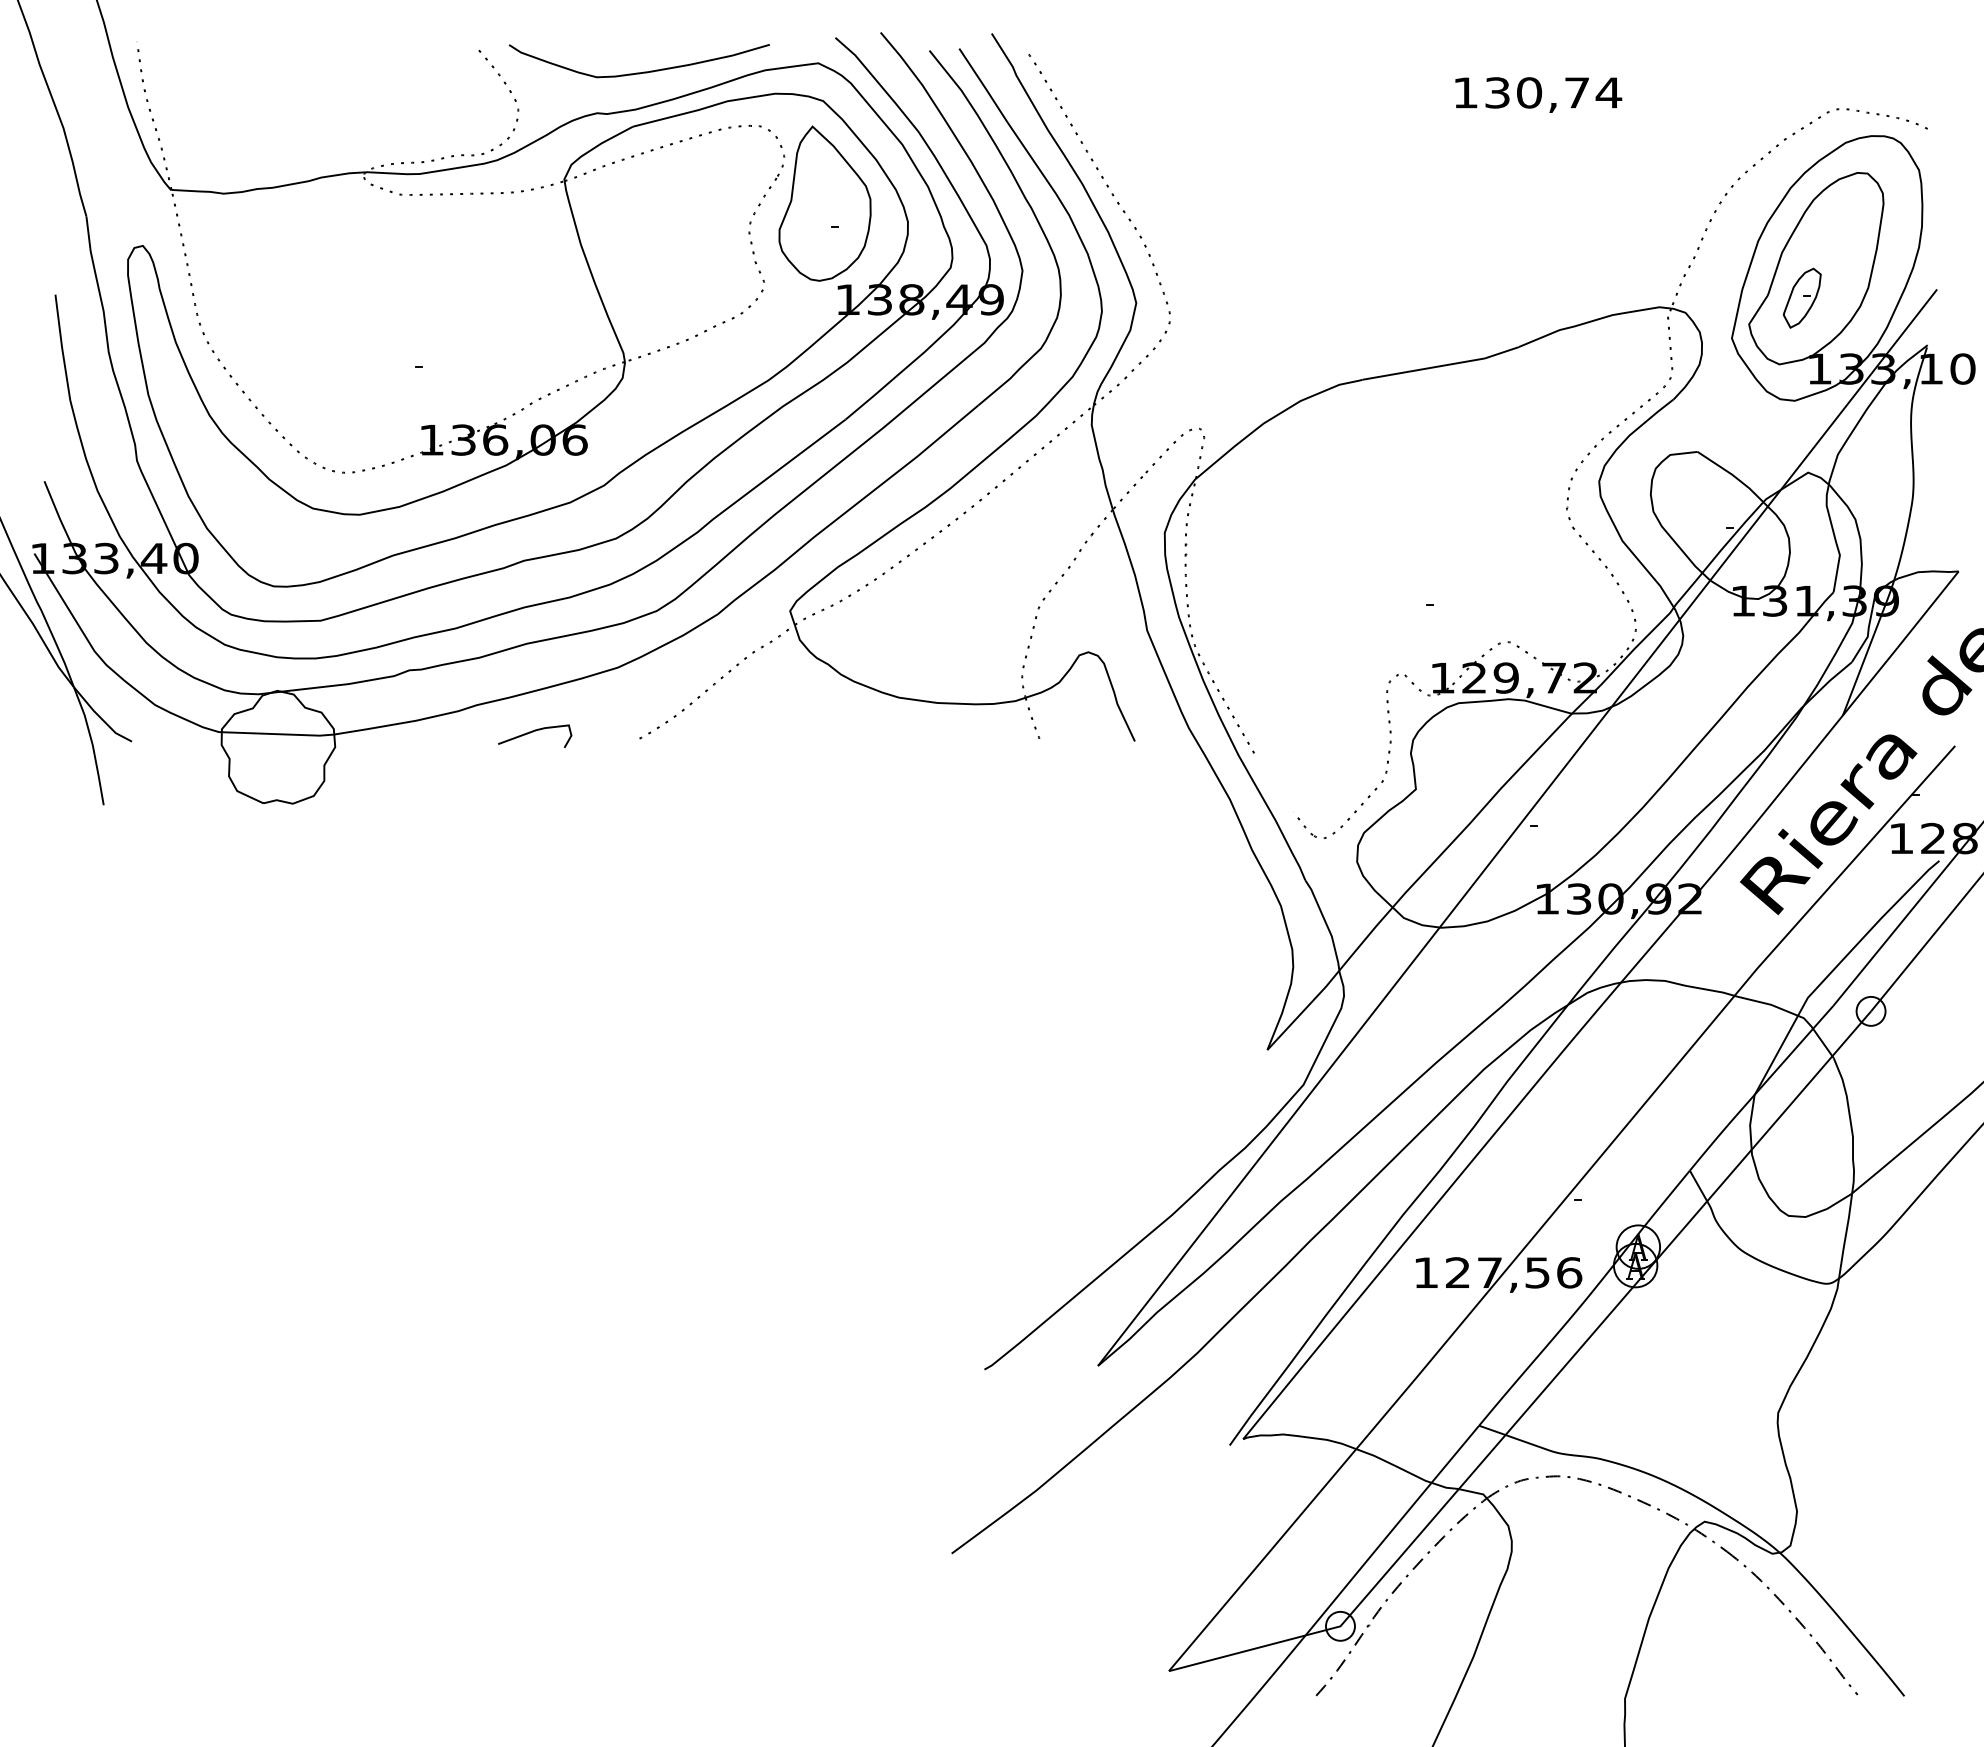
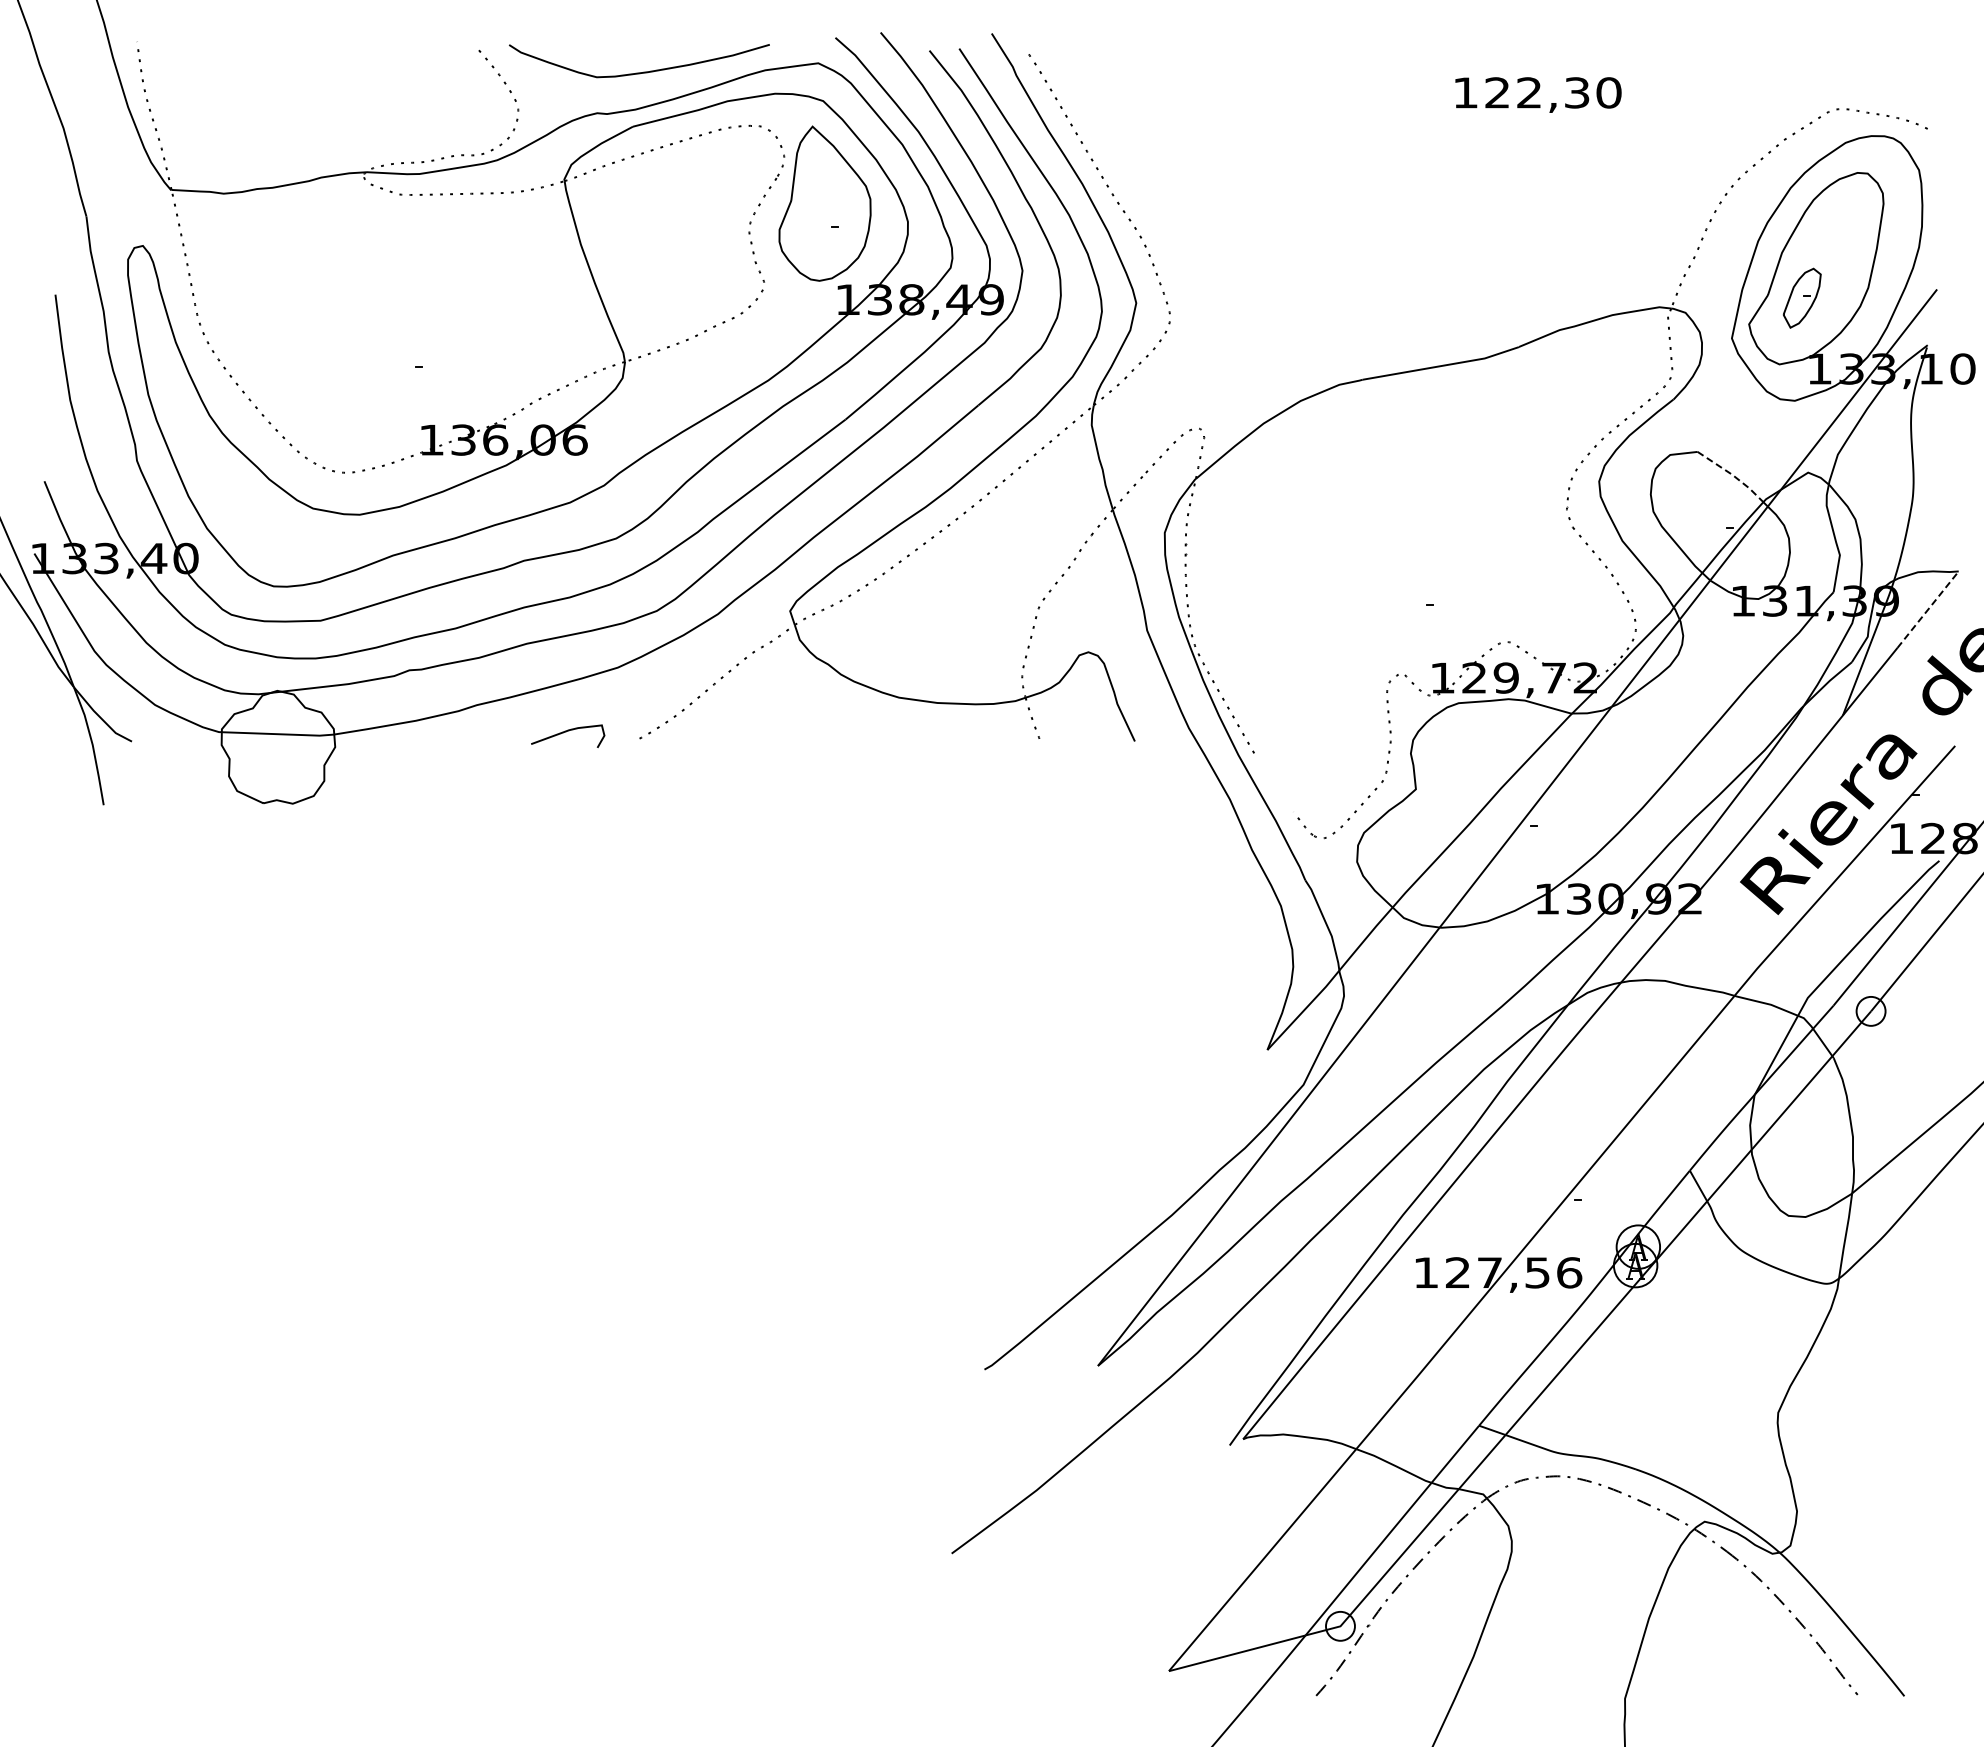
text at (1553, 92): 130,74 -> 122,30
line at (1732, 474): solid -> dashed
line at (1928, 609): solid -> dashed
curve at (533, 732) position: (533, 732) -> (566, 732)
